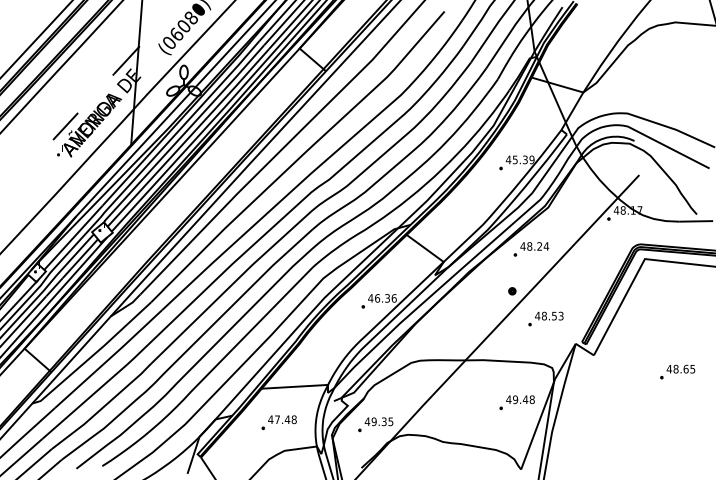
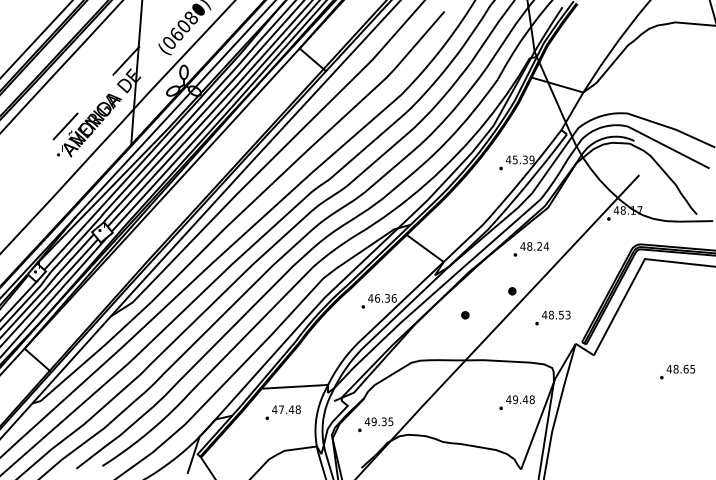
part at (465, 315): none -> present
part at (545, 318) position: (545, 318) -> (552, 317)
part at (278, 422) position: (278, 422) -> (282, 412)
